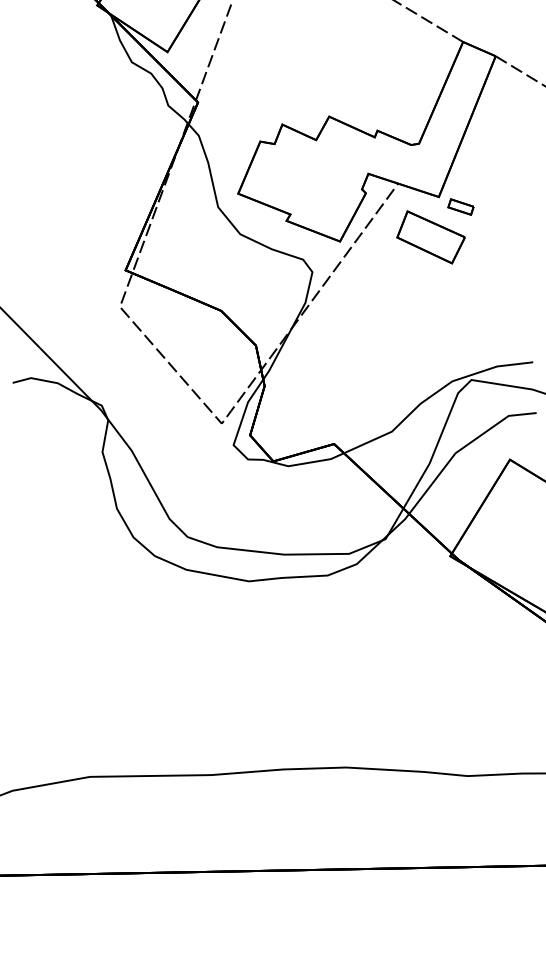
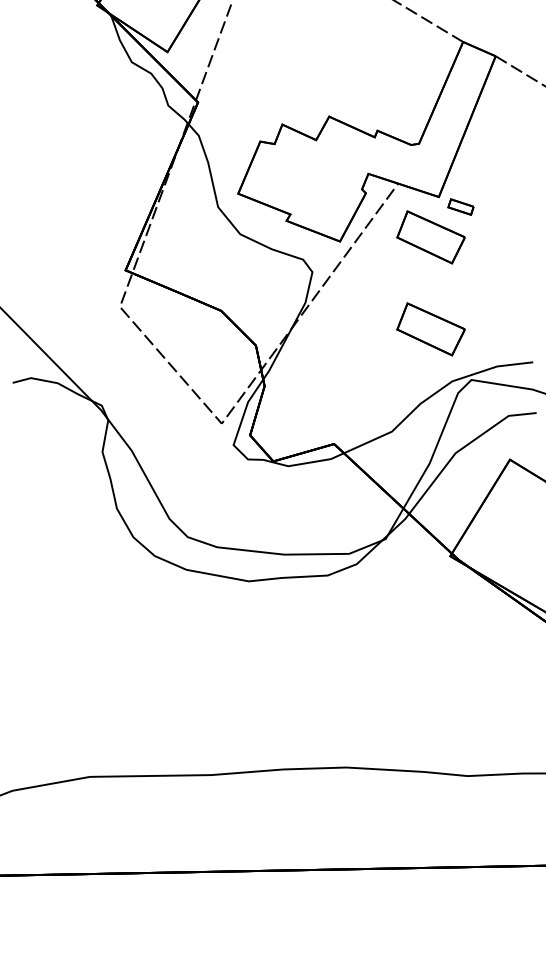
part at (430, 329): none -> present
